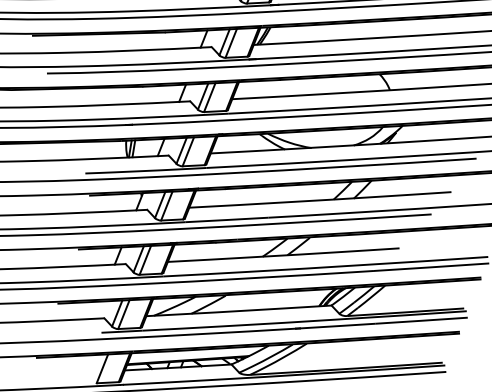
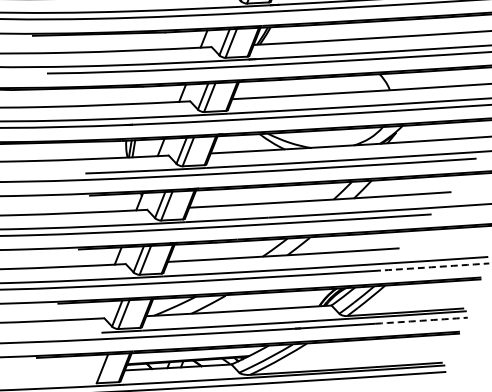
arc at (431, 267): solid -> dashed
arc at (421, 320): solid -> dashed
